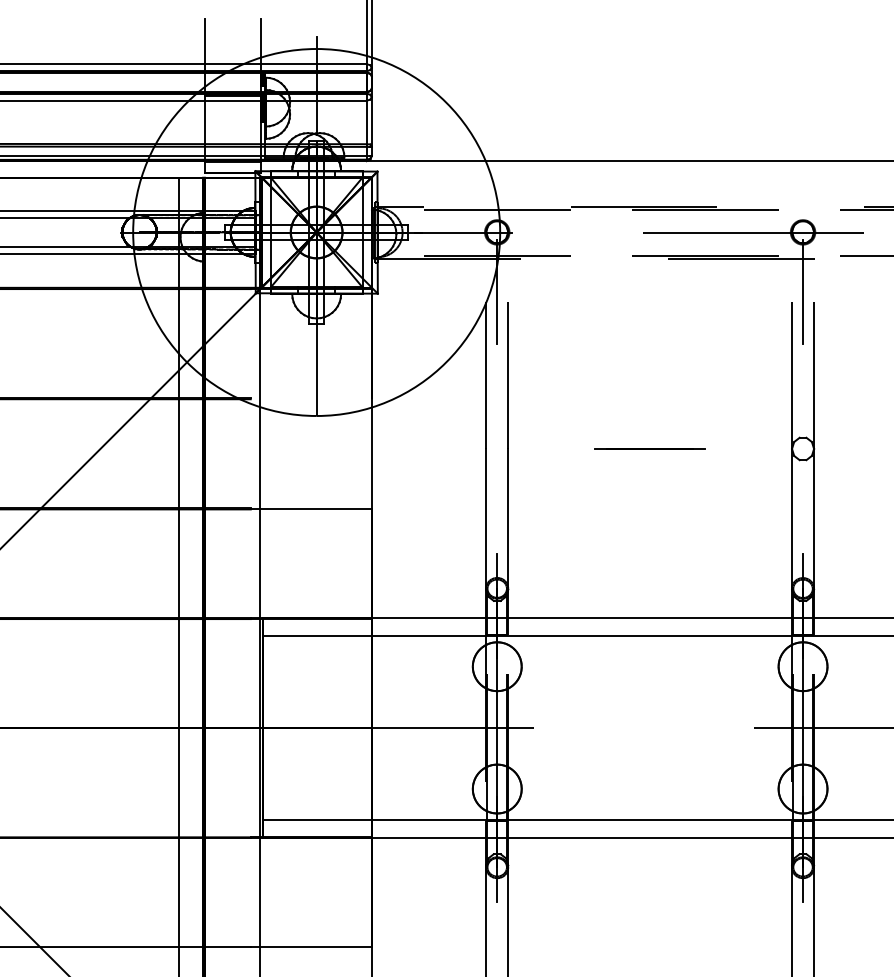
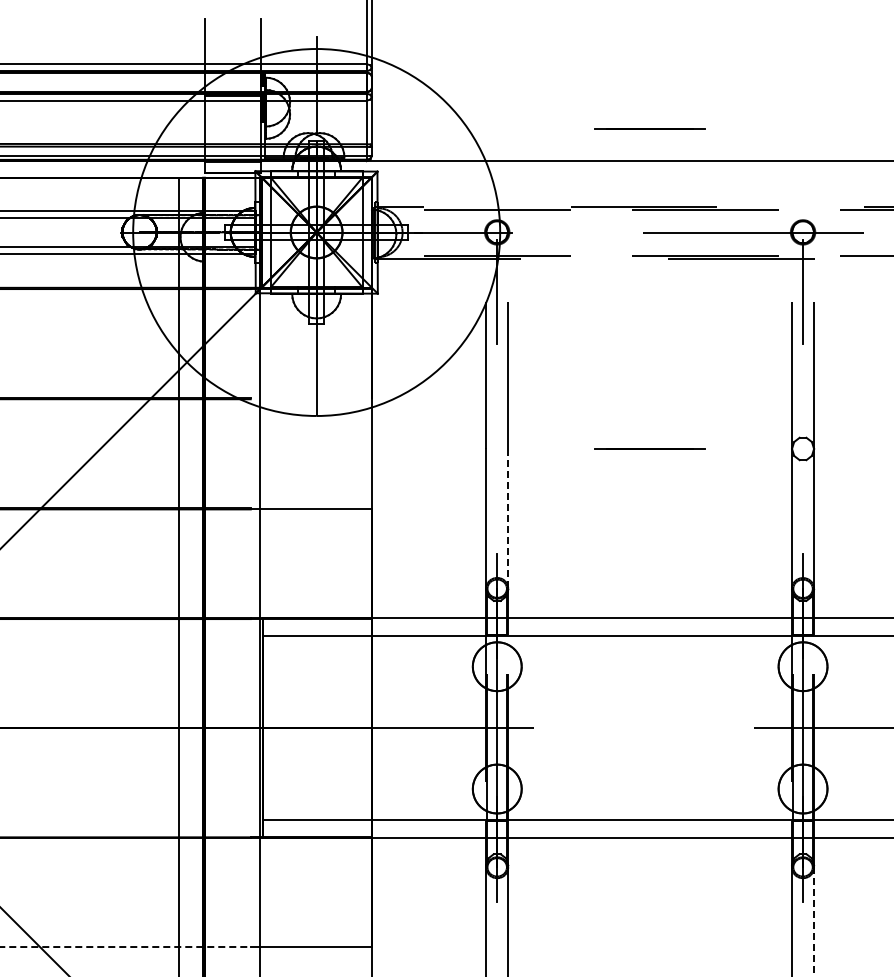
line at (649, 128): none -> present
line at (508, 519): solid -> dashed
line at (814, 920): solid -> dashed
line at (125, 947): solid -> dashed
